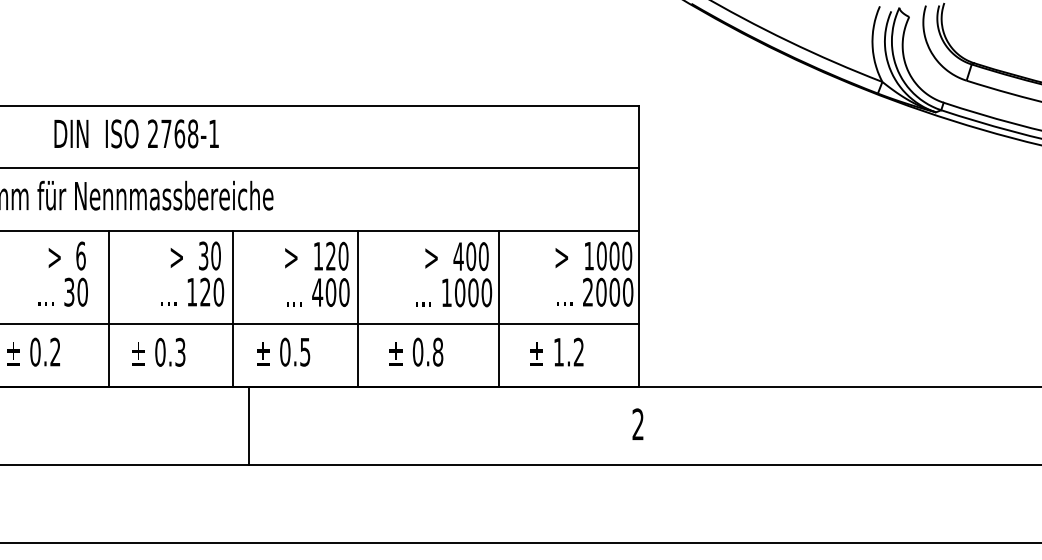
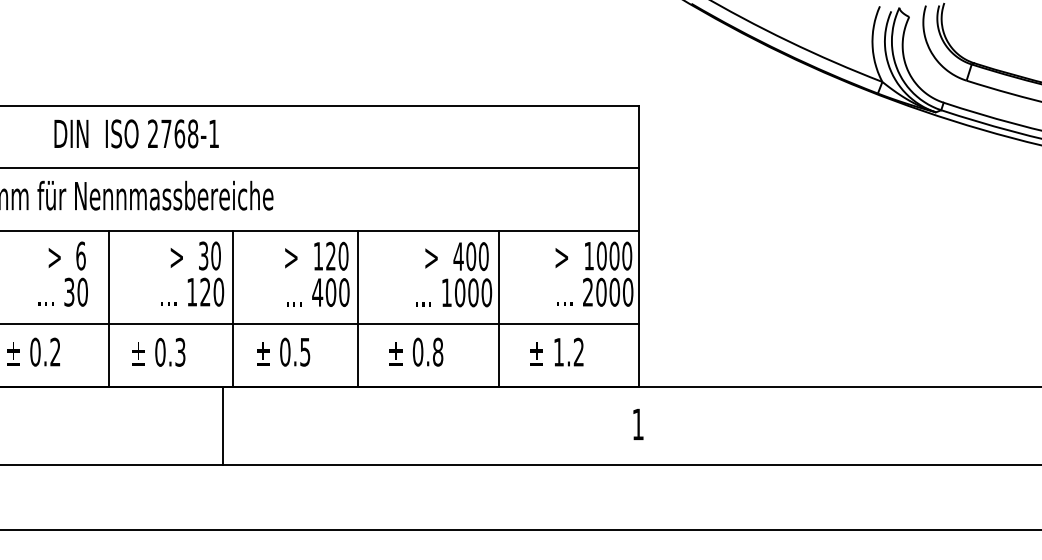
text at (637, 423): 2 -> 1
line at (249, 425) position: (249, 425) -> (223, 425)
line at (520, 542) position: (520, 542) -> (520, 529)
